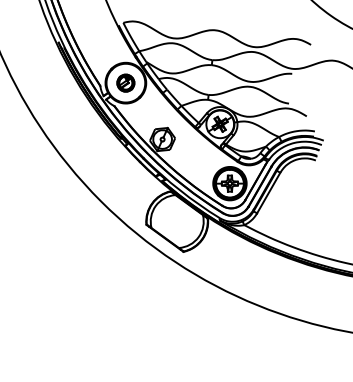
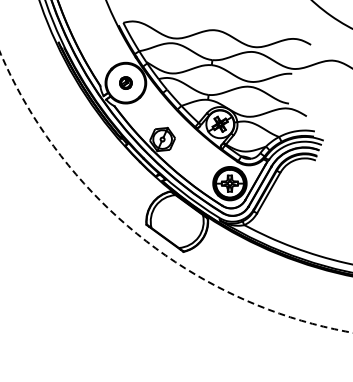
part at (125, 82) size: 20x20 px -> 14x14 px
arc at (140, 236): solid -> dashed
